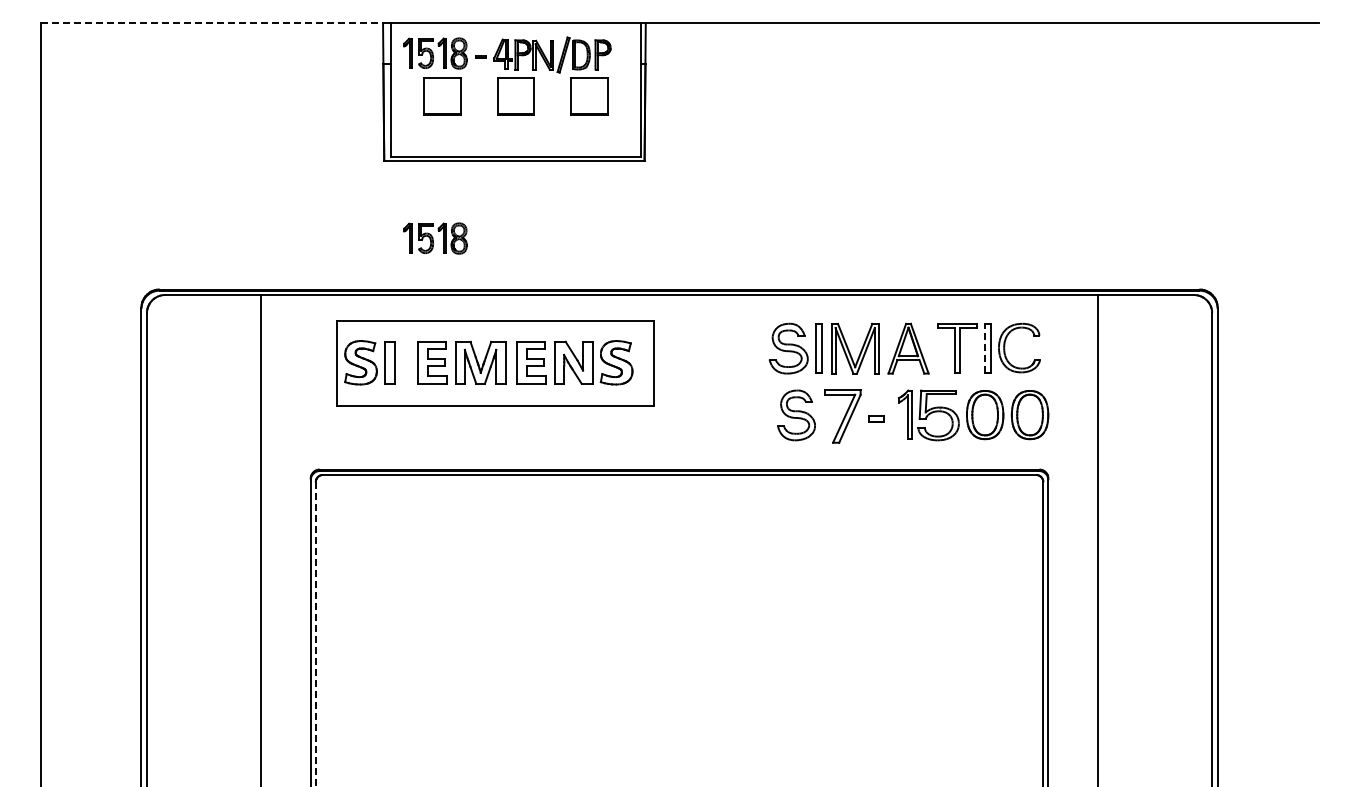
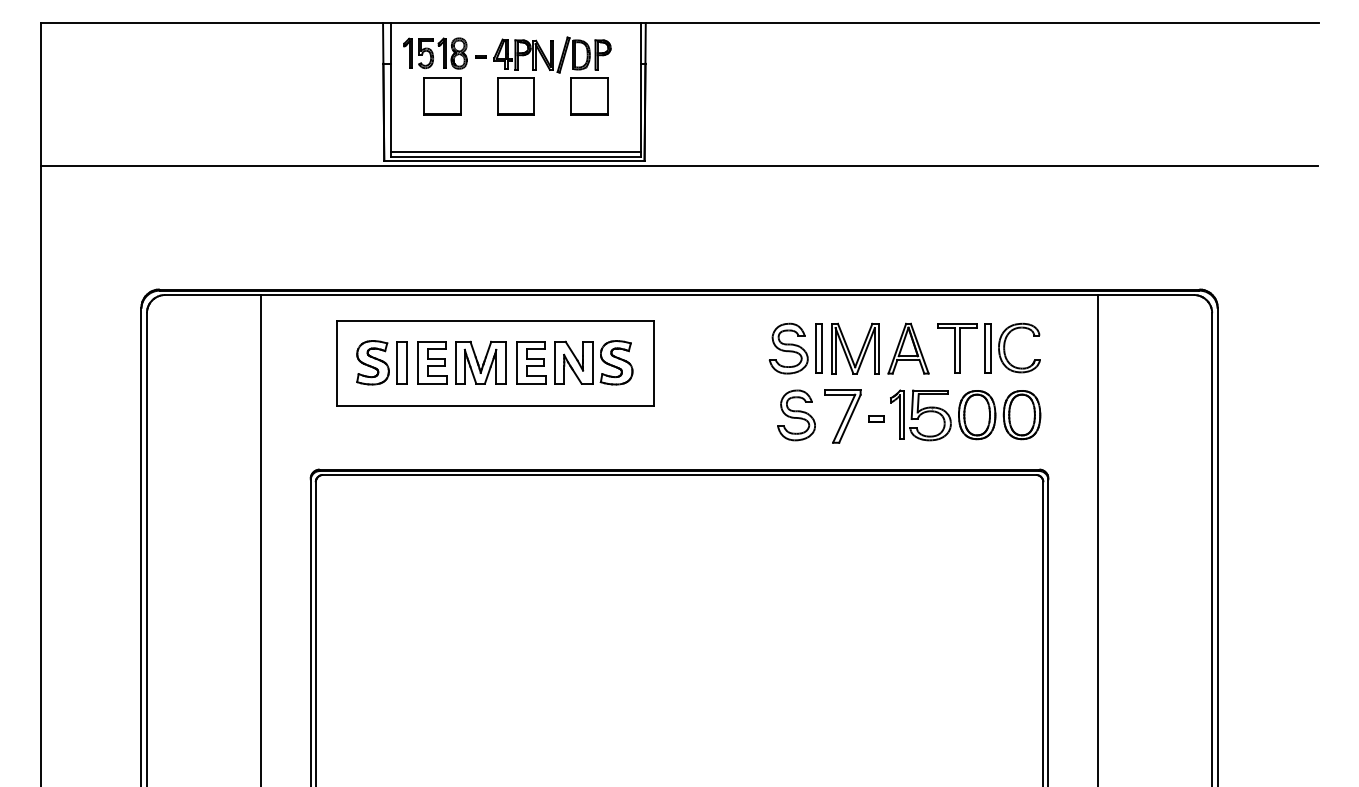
line at (212, 23): dashed -> solid
line at (515, 151): none -> present
line at (679, 166): none -> present
part at (435, 238): present -> none
line at (984, 348): dashed -> solid
part at (369, 362) position: (369, 362) -> (381, 362)
part at (973, 415) position: (973, 415) -> (965, 415)
line at (315, 634): dashed -> solid
